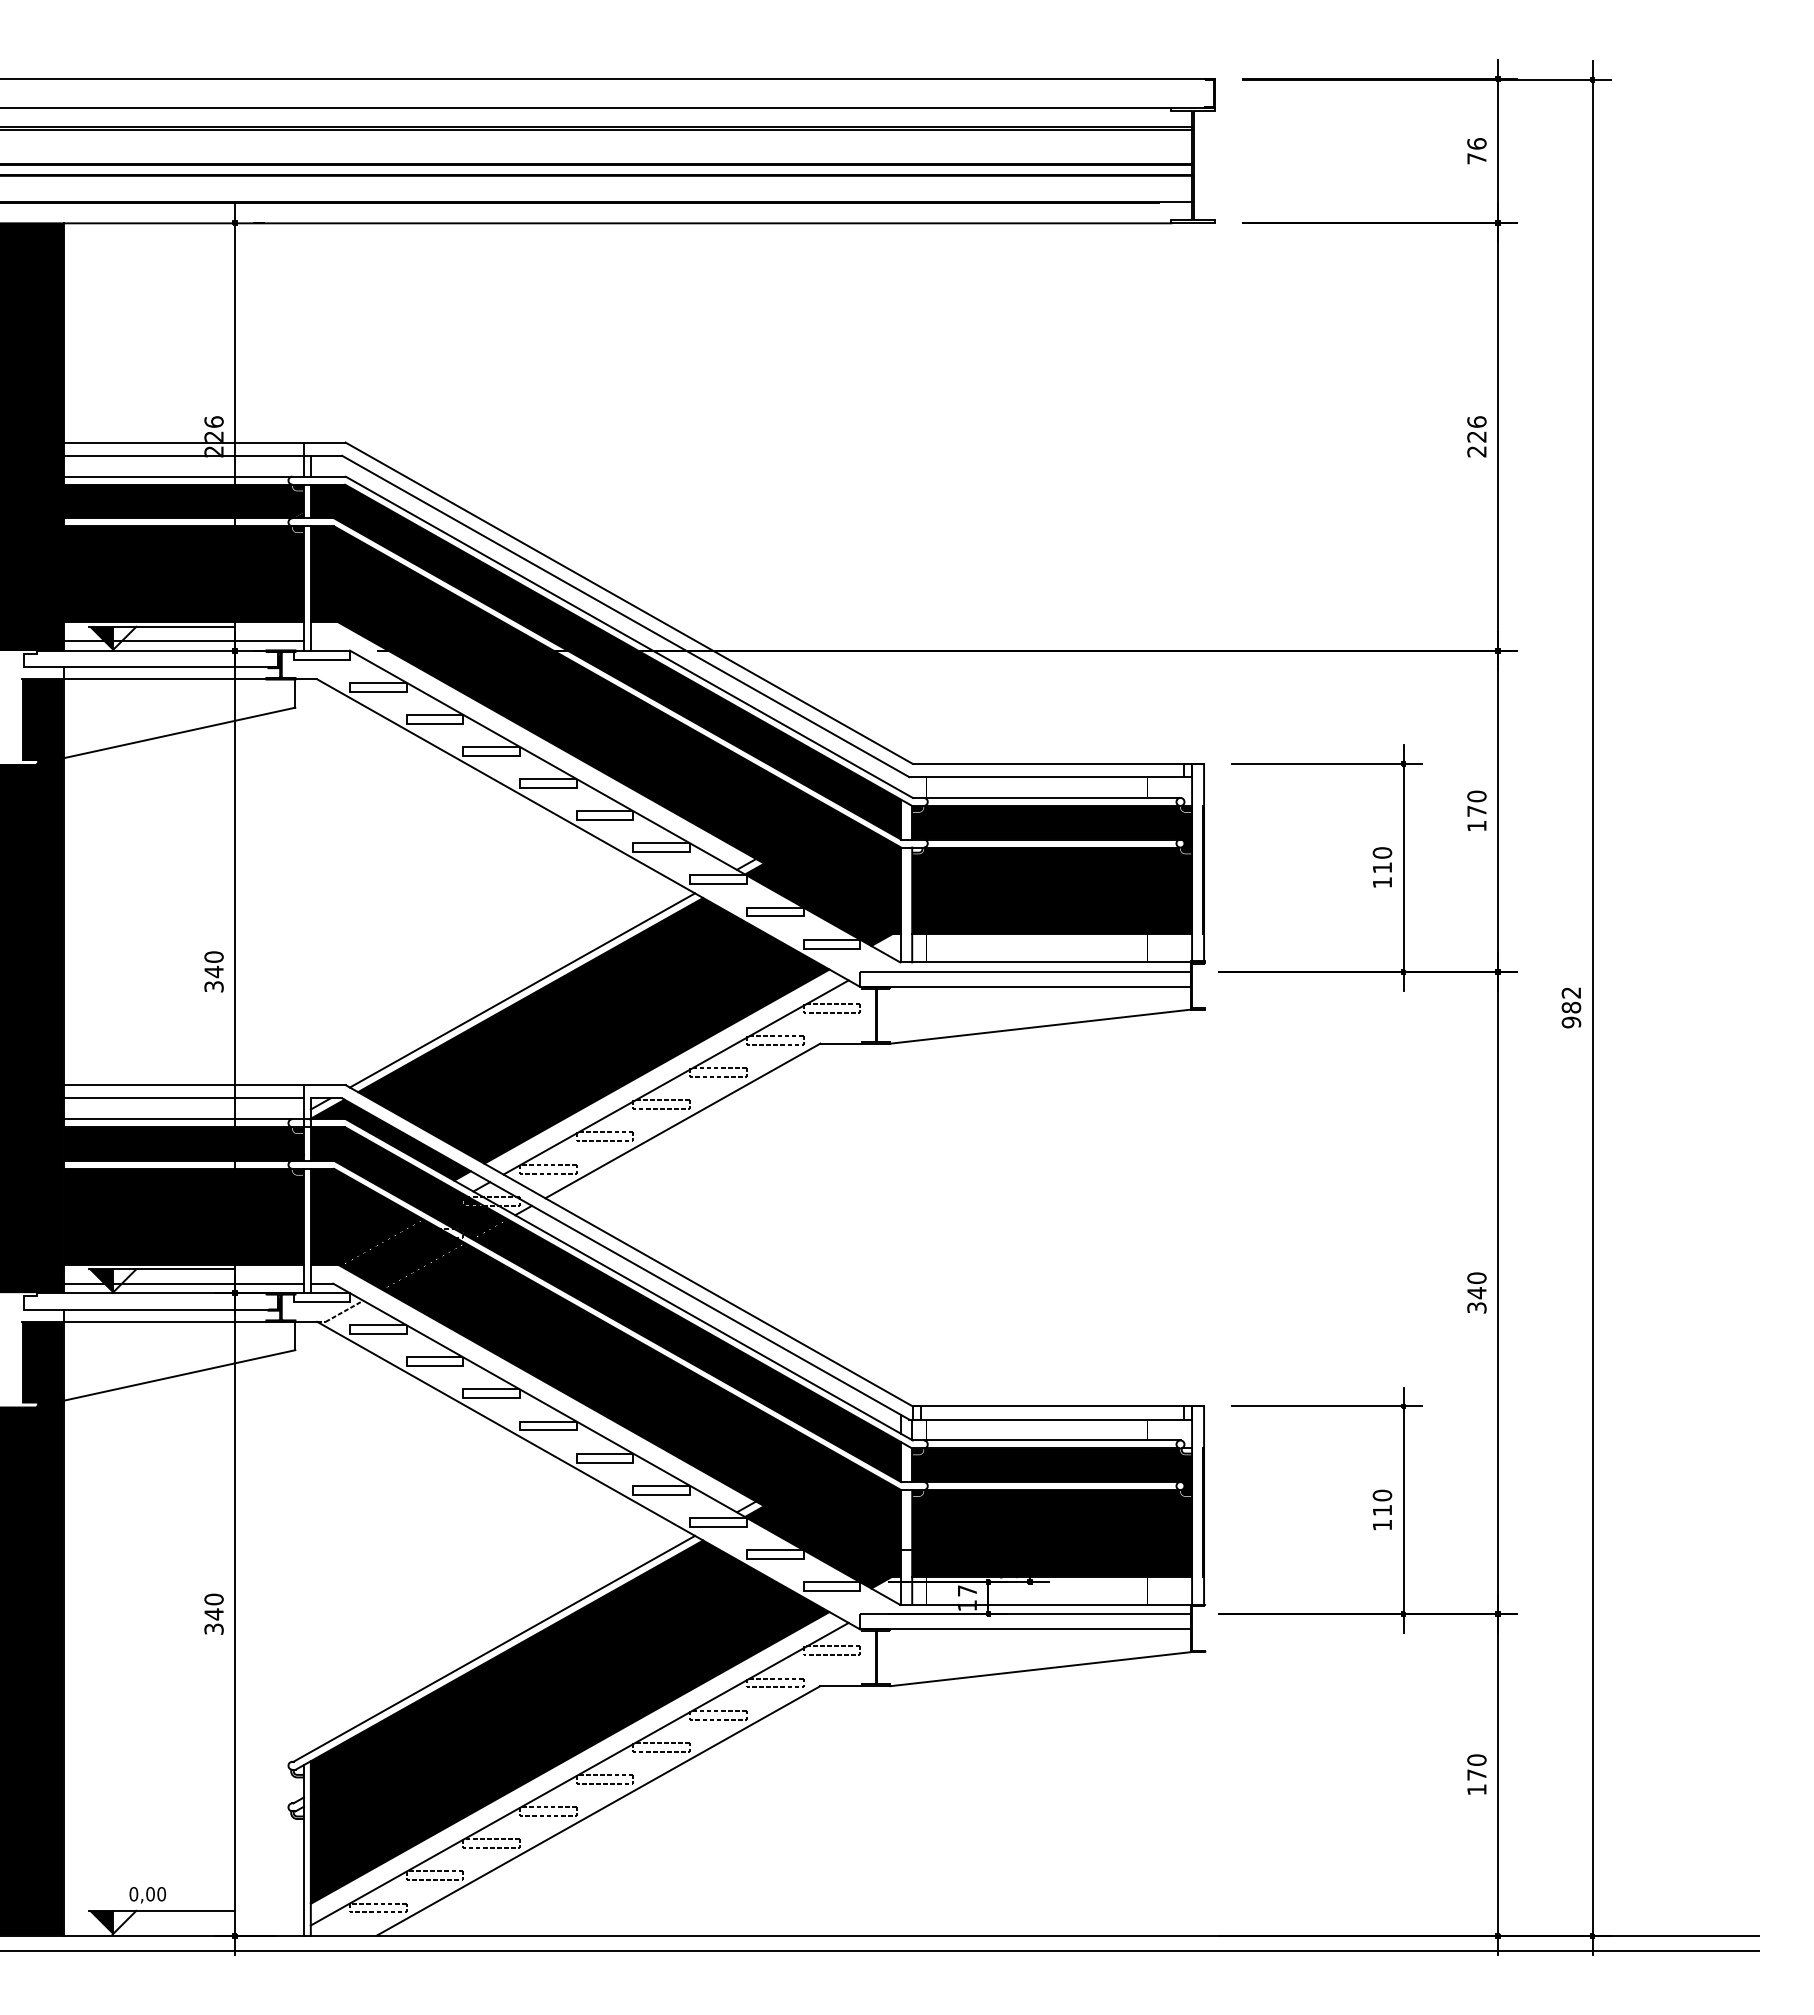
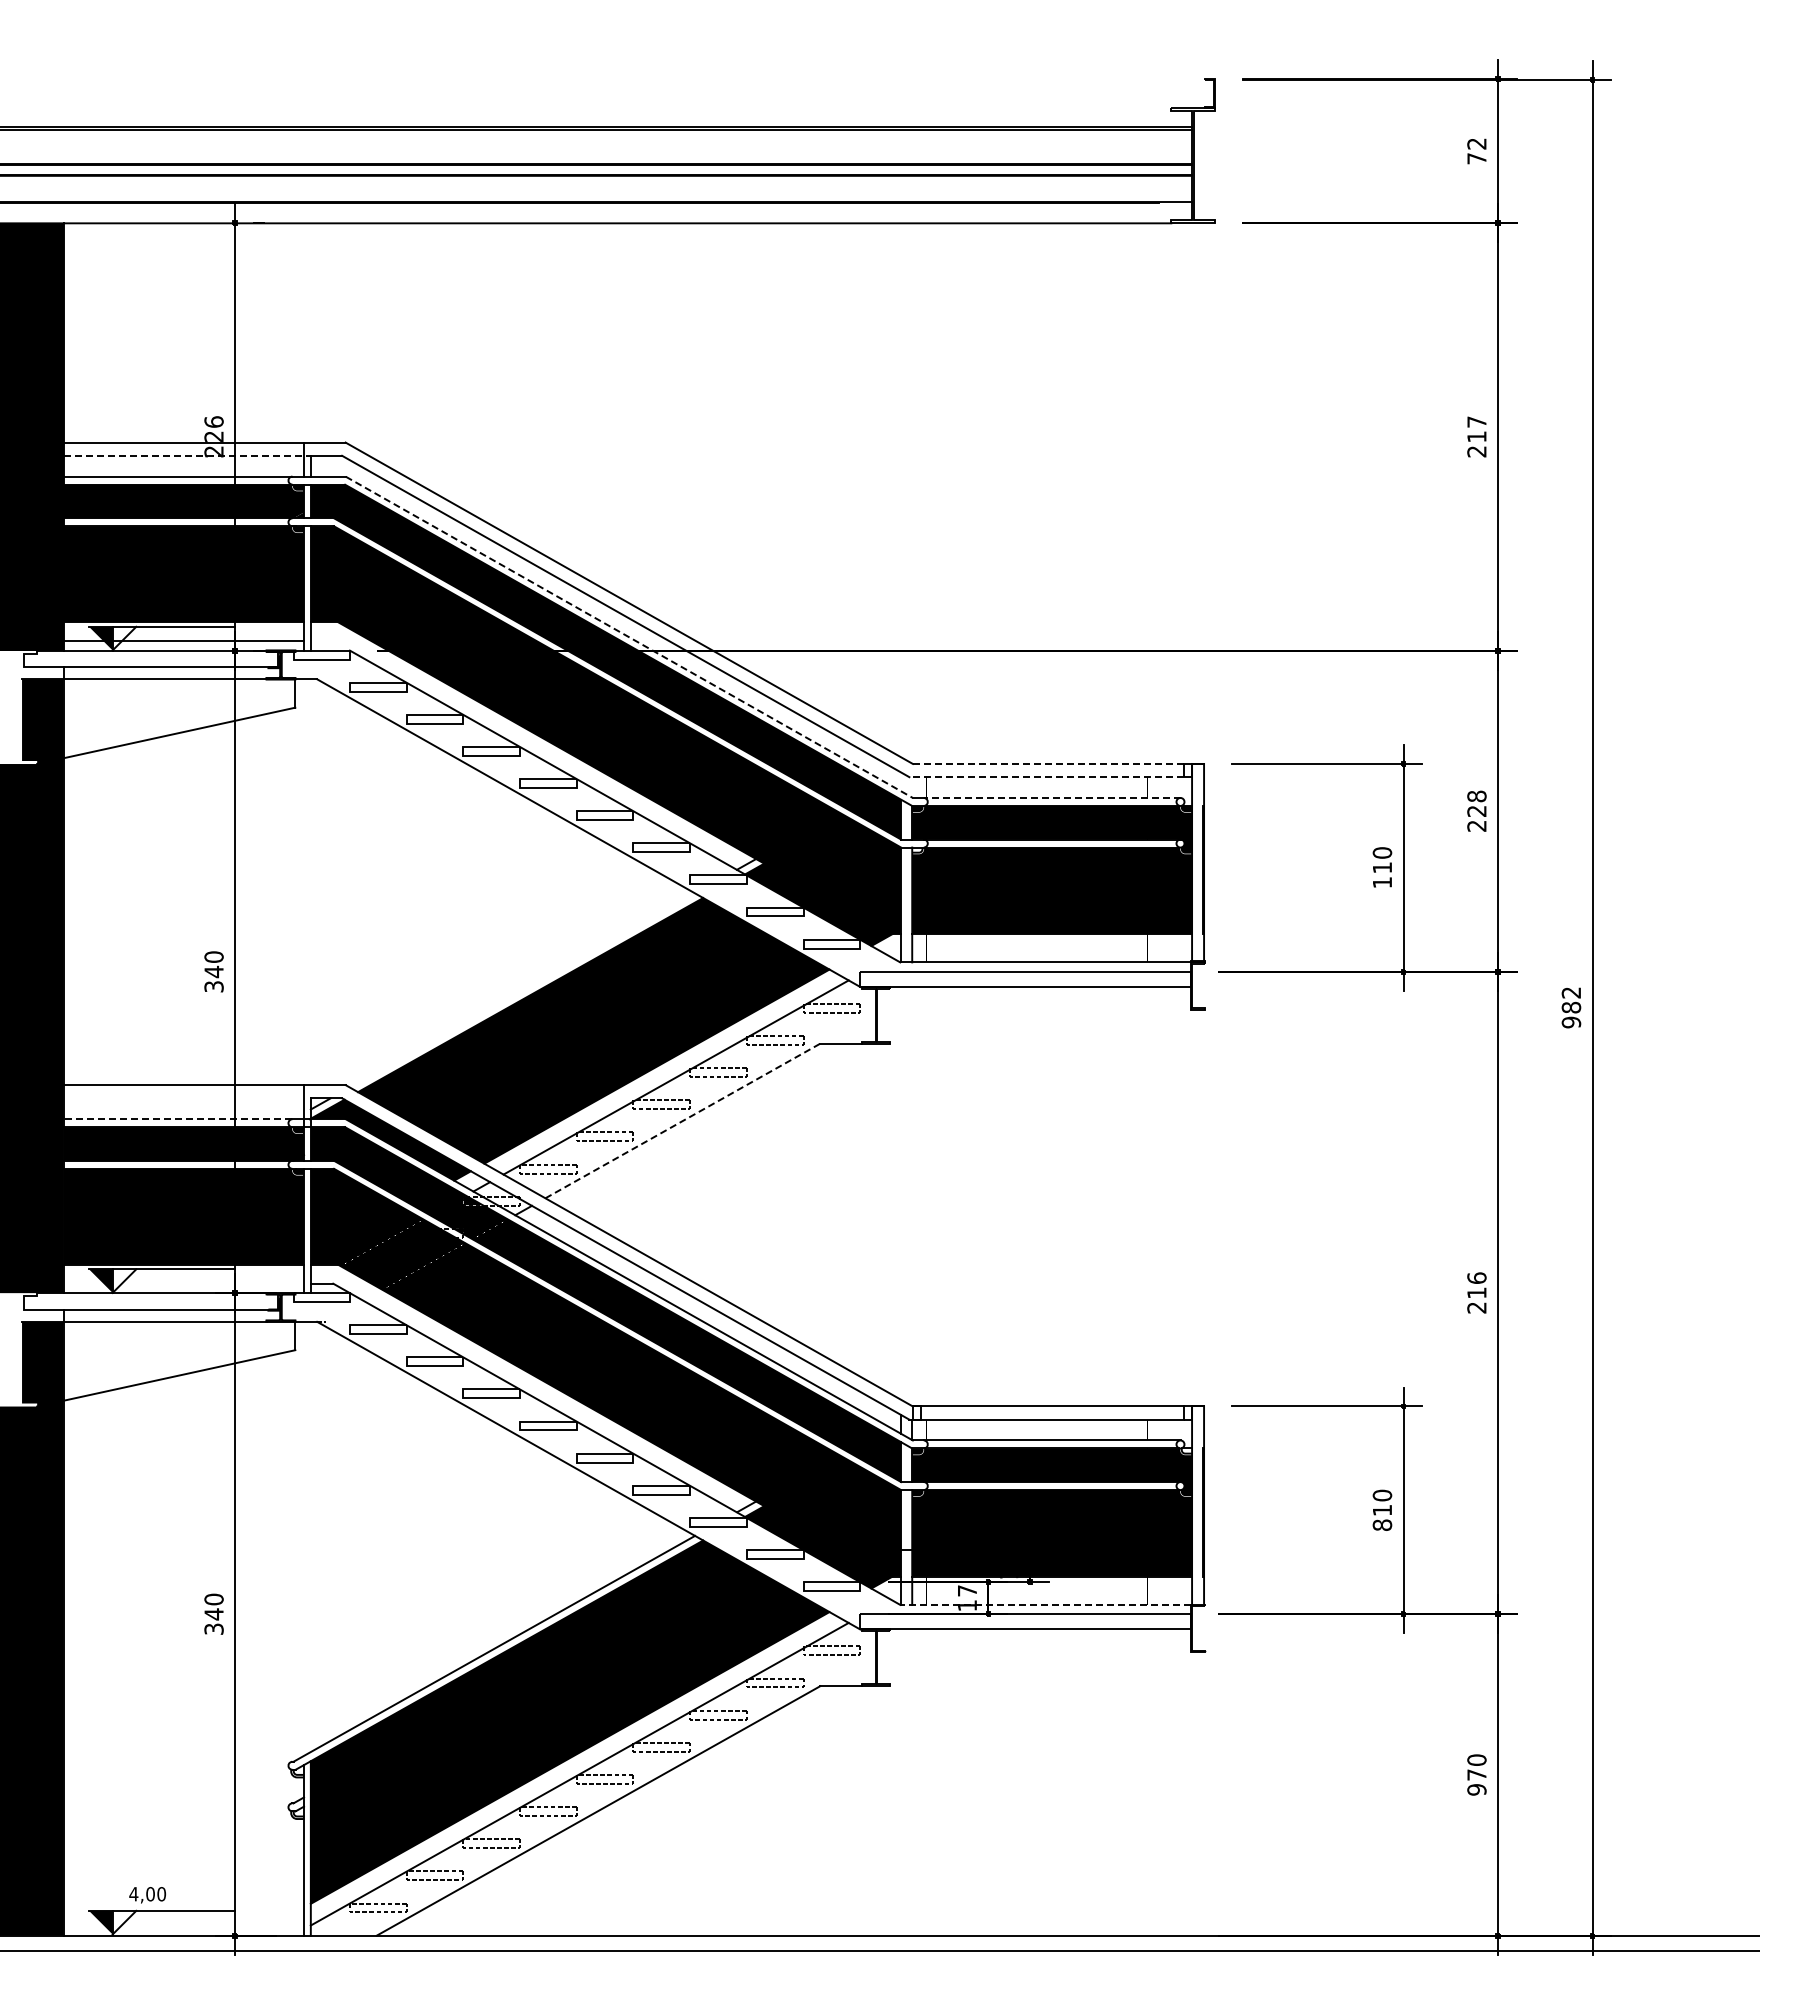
line at (608, 79): present -> none
line at (586, 107): present -> none
text at (1476, 143): 76 -> 72
text at (1476, 429): 226 -> 217
line at (187, 455): solid -> dashed
line at (629, 637): solid -> dashed
line at (1048, 763): solid -> dashed
line at (1046, 777): solid -> dashed
line at (1051, 797): solid -> dashed
text at (1476, 810): 170 -> 228
line at (522, 990): present -> none
line at (1040, 1026): present -> none
line at (183, 1098): present -> none
line at (177, 1119): solid -> dashed
line at (682, 1120): solid -> dashed
line at (183, 1283): present -> none
text at (1476, 1292): 340 -> 216
line at (344, 1310): present -> none
text at (1382, 1524): 110 -> 810
line at (1045, 1604): solid -> dashed
line at (1040, 1669): present -> none
text at (1476, 1789): 170 -> 970
text at (133, 1894): 0,00 -> 4,00
